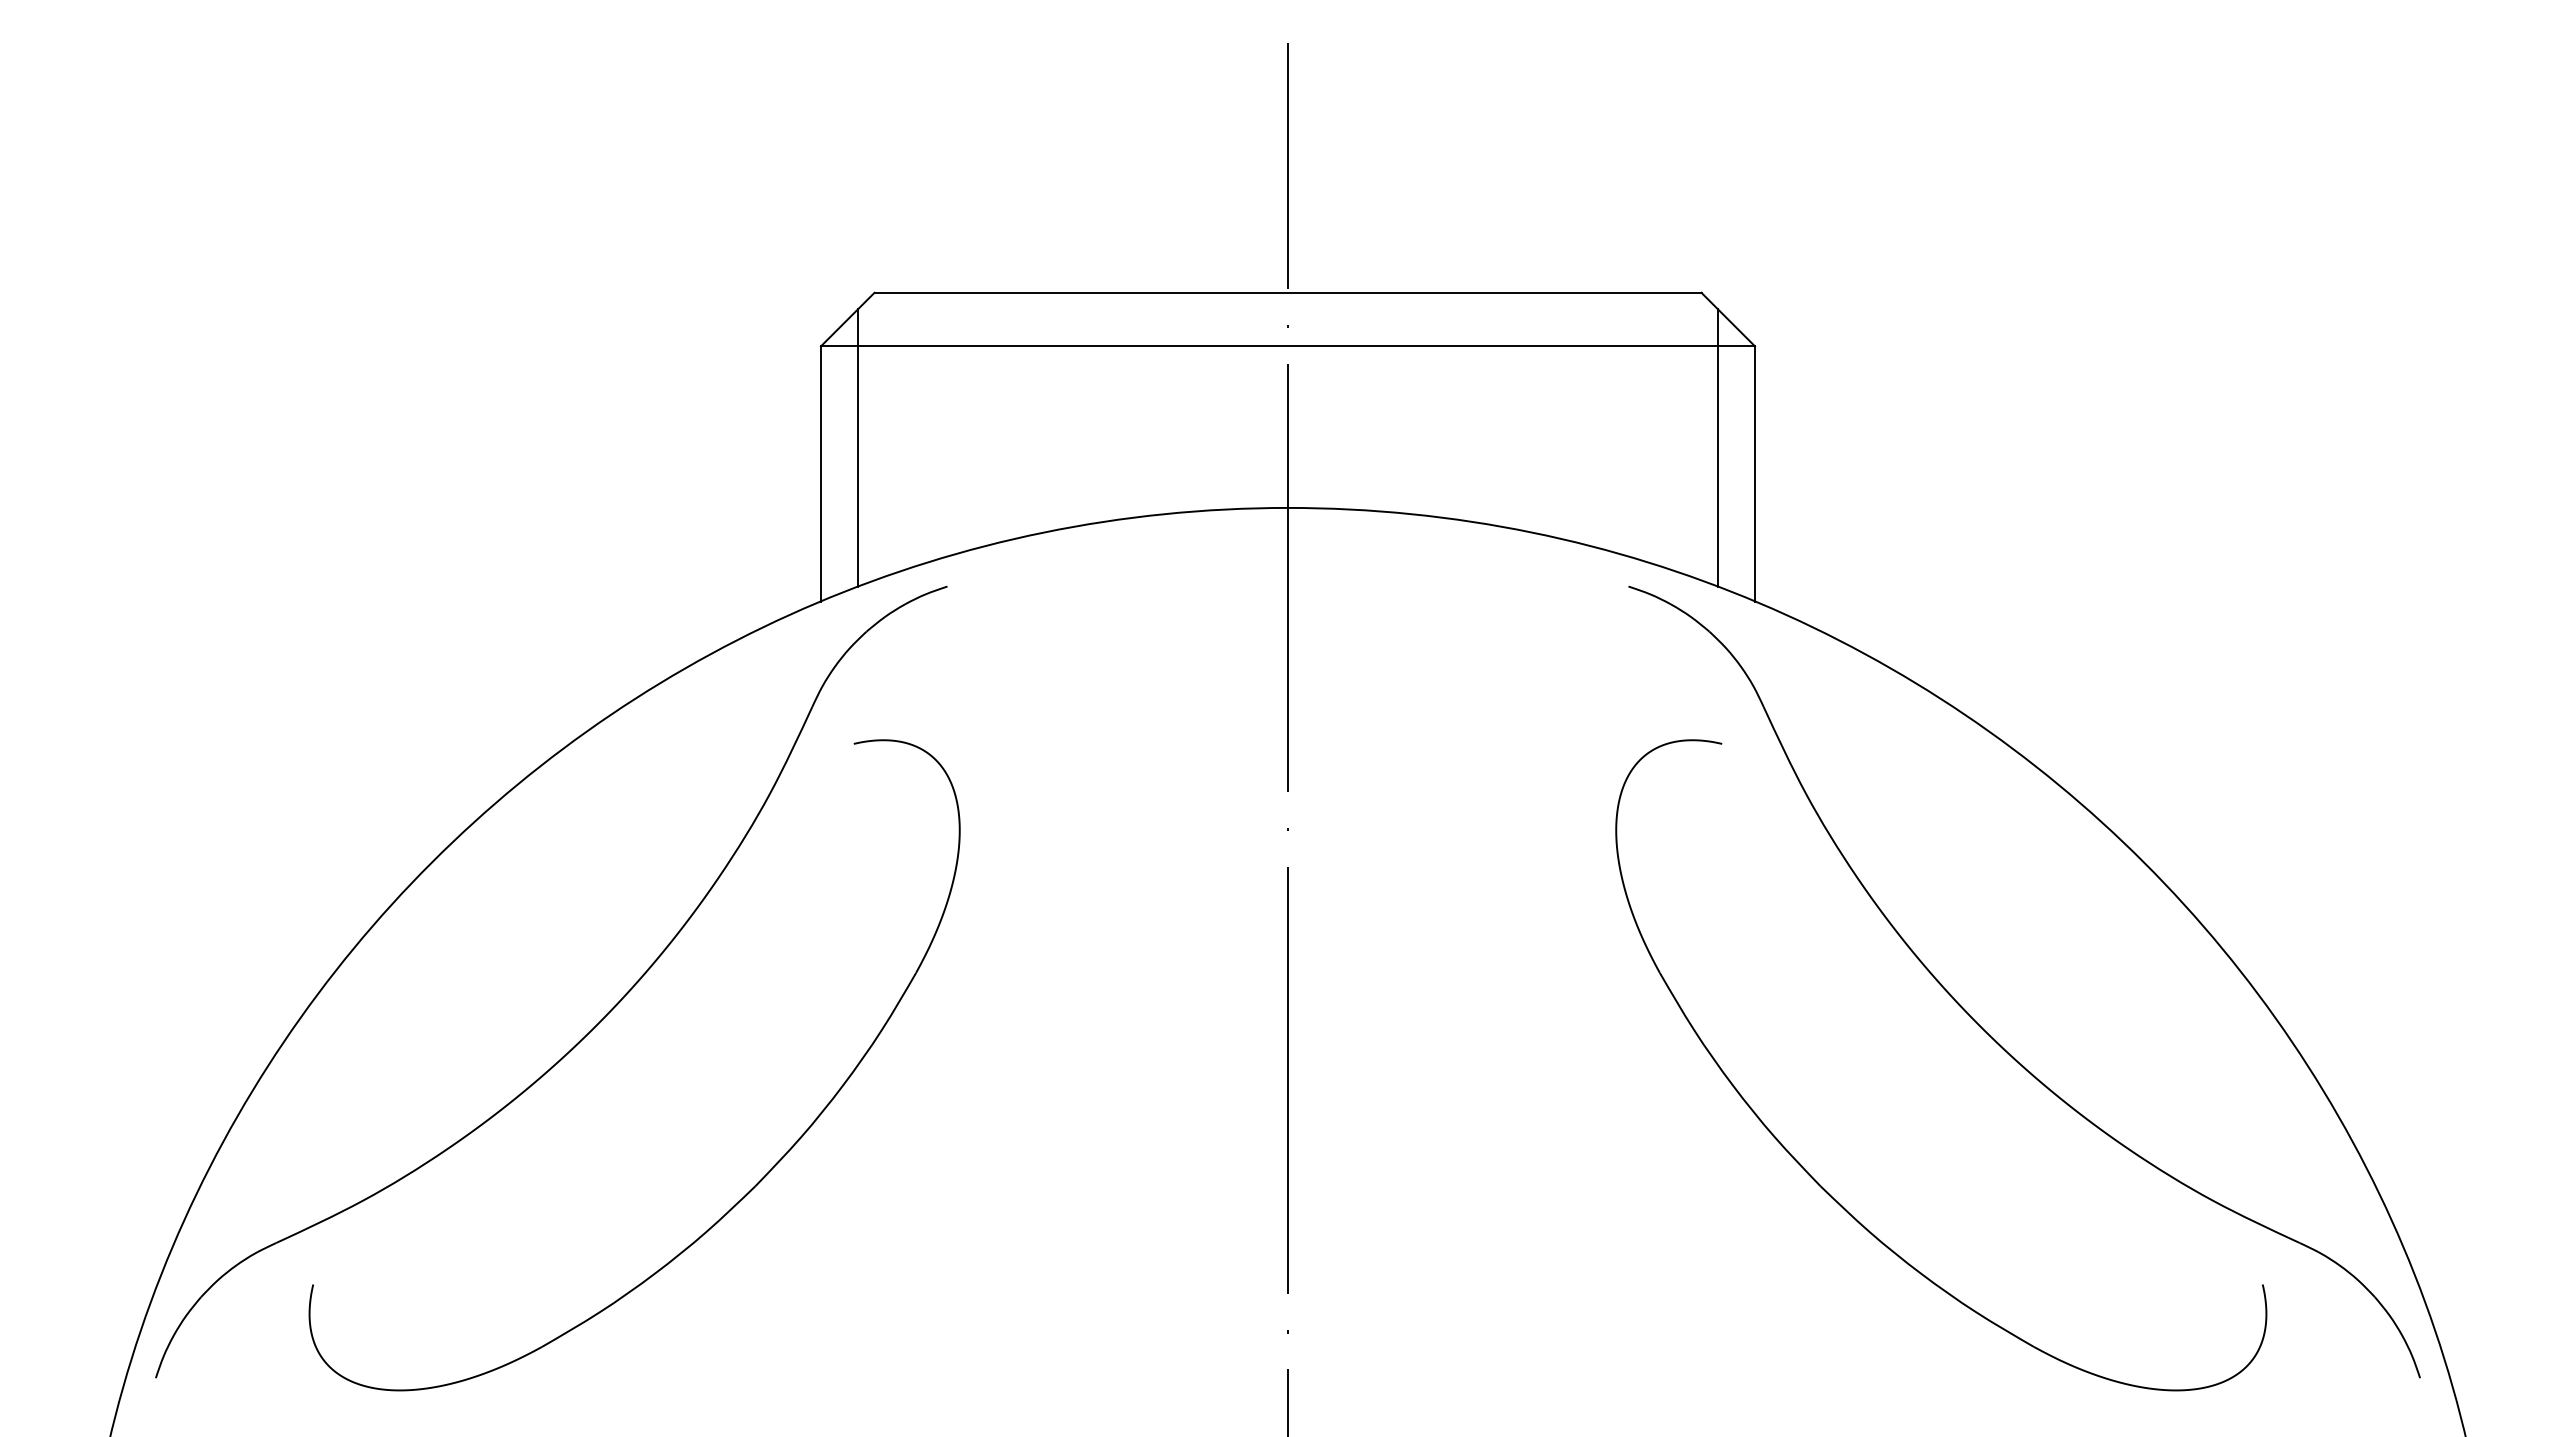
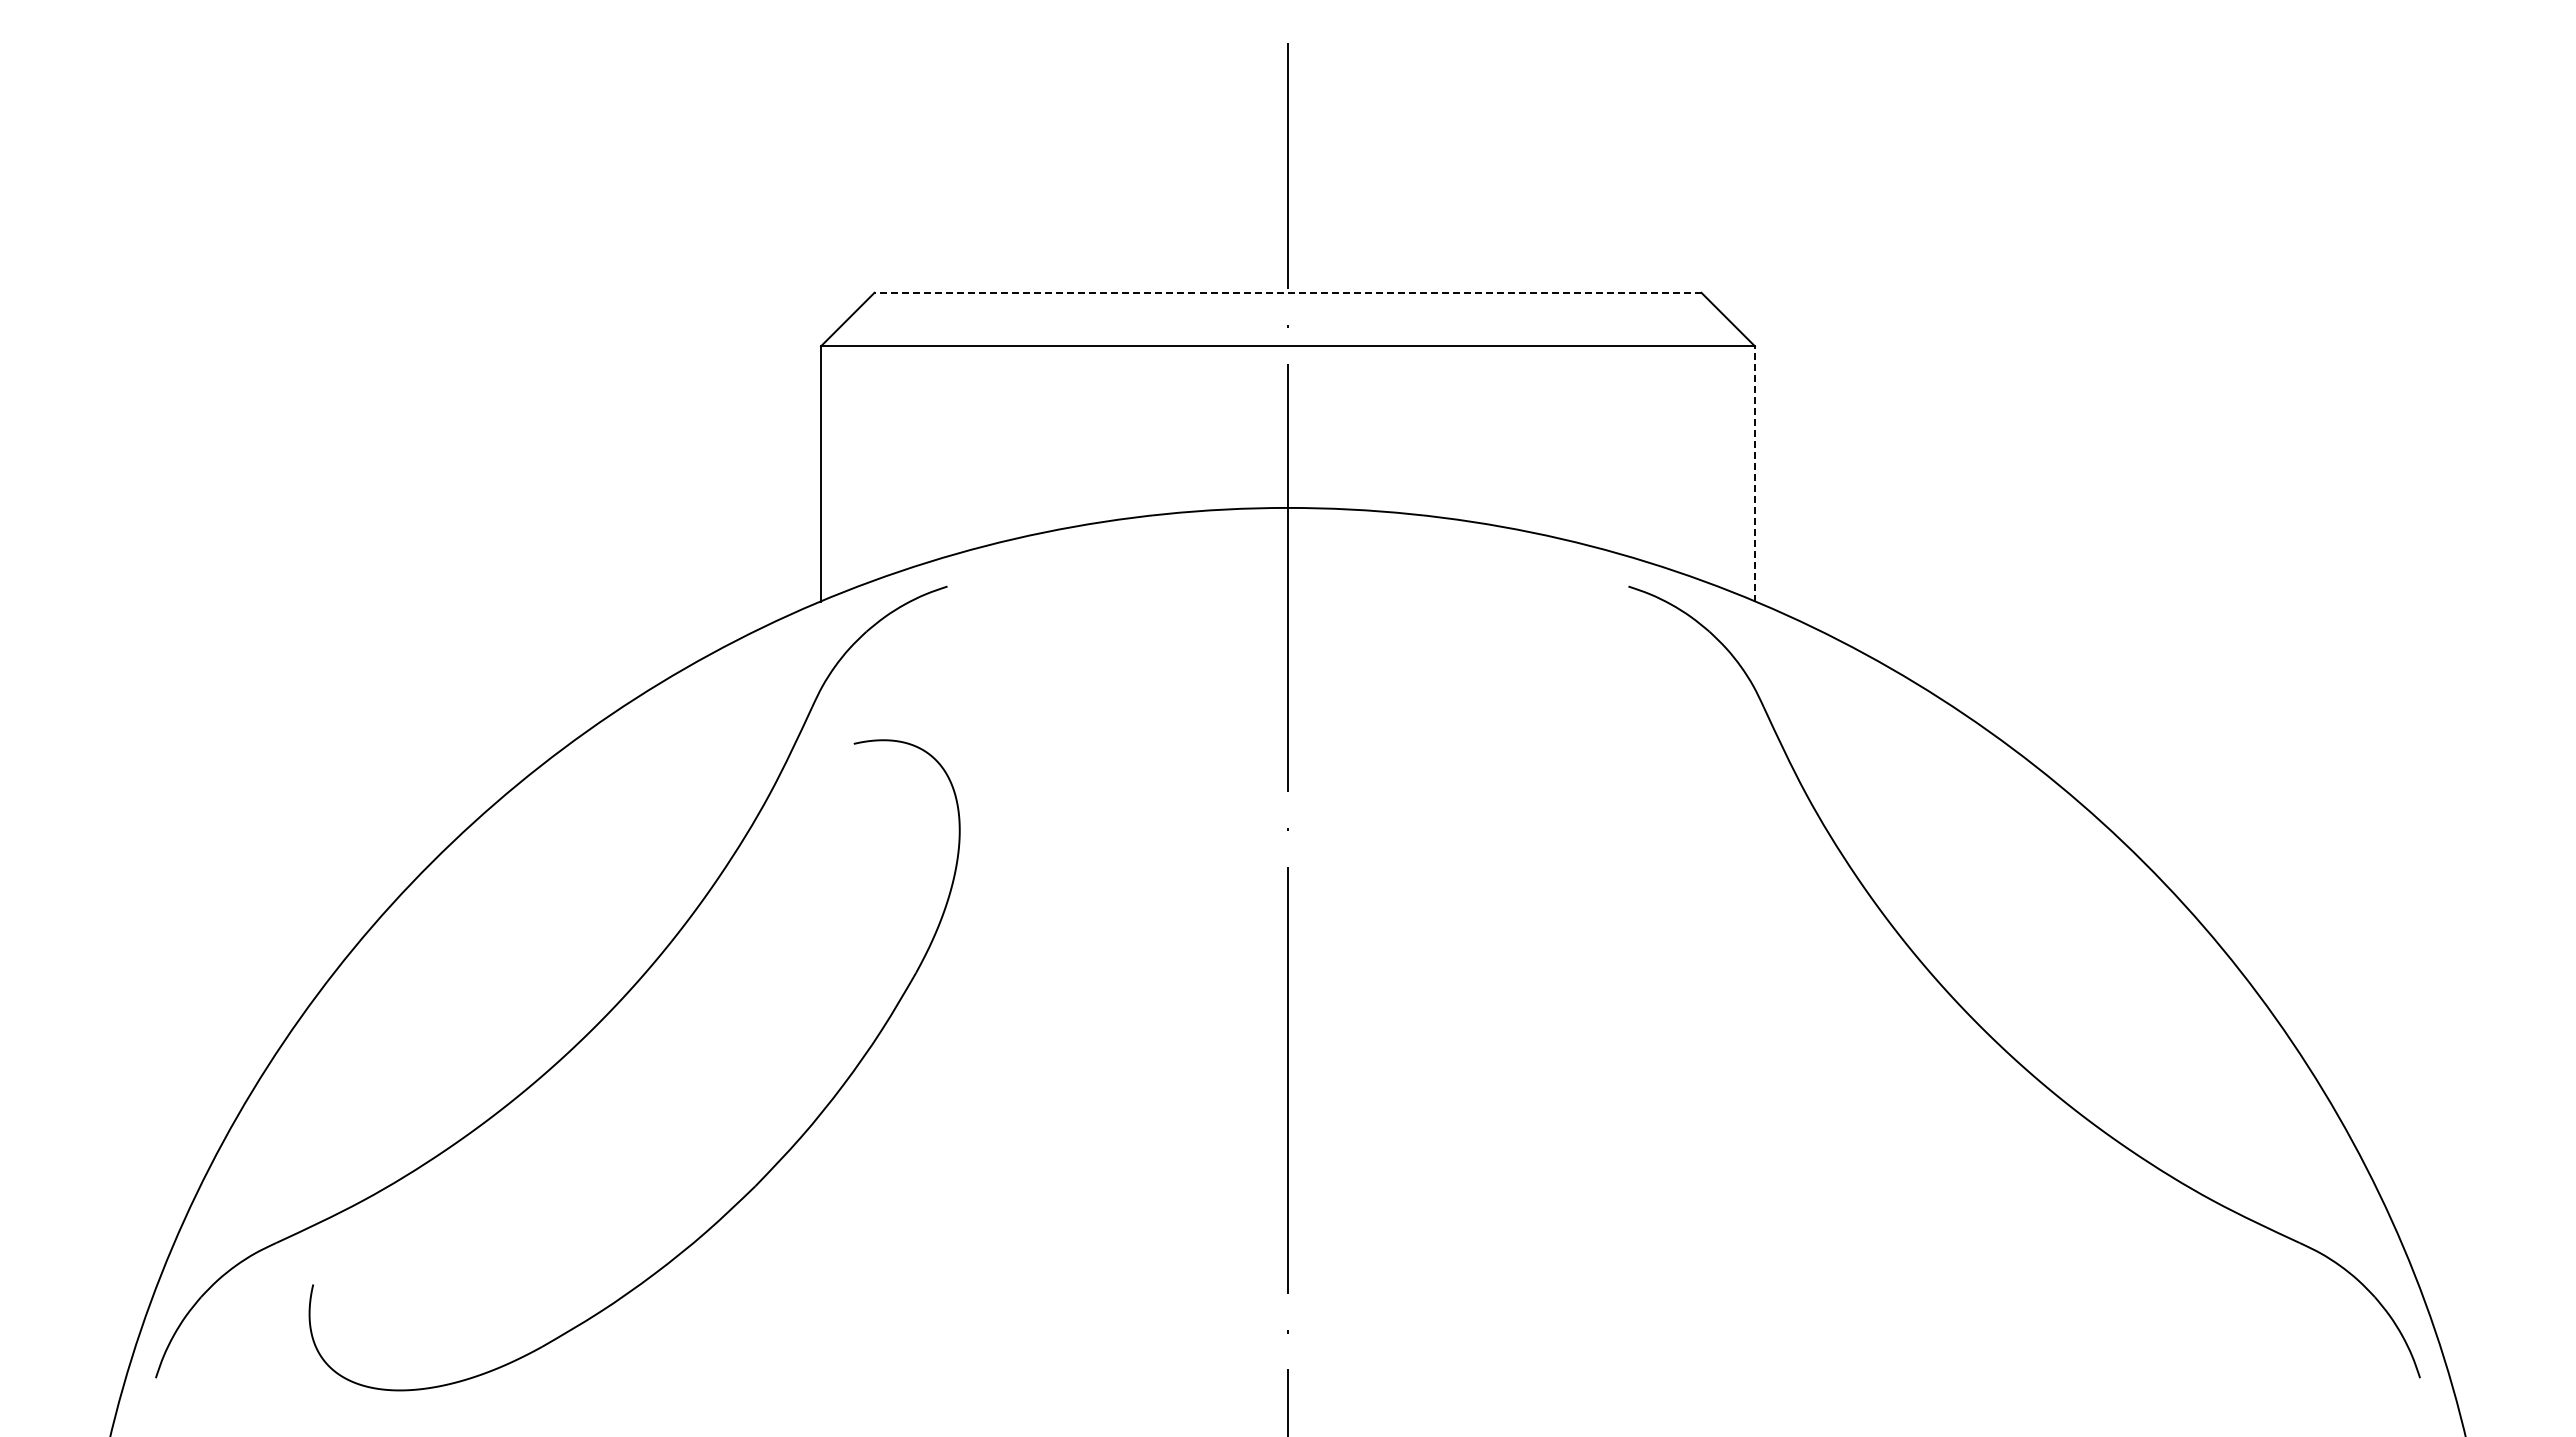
line at (1287, 292): solid -> dashed
line at (858, 447): present -> none
line at (1717, 447): present -> none
line at (1754, 473): solid -> dashed
part at (1821, 1185): present -> none
